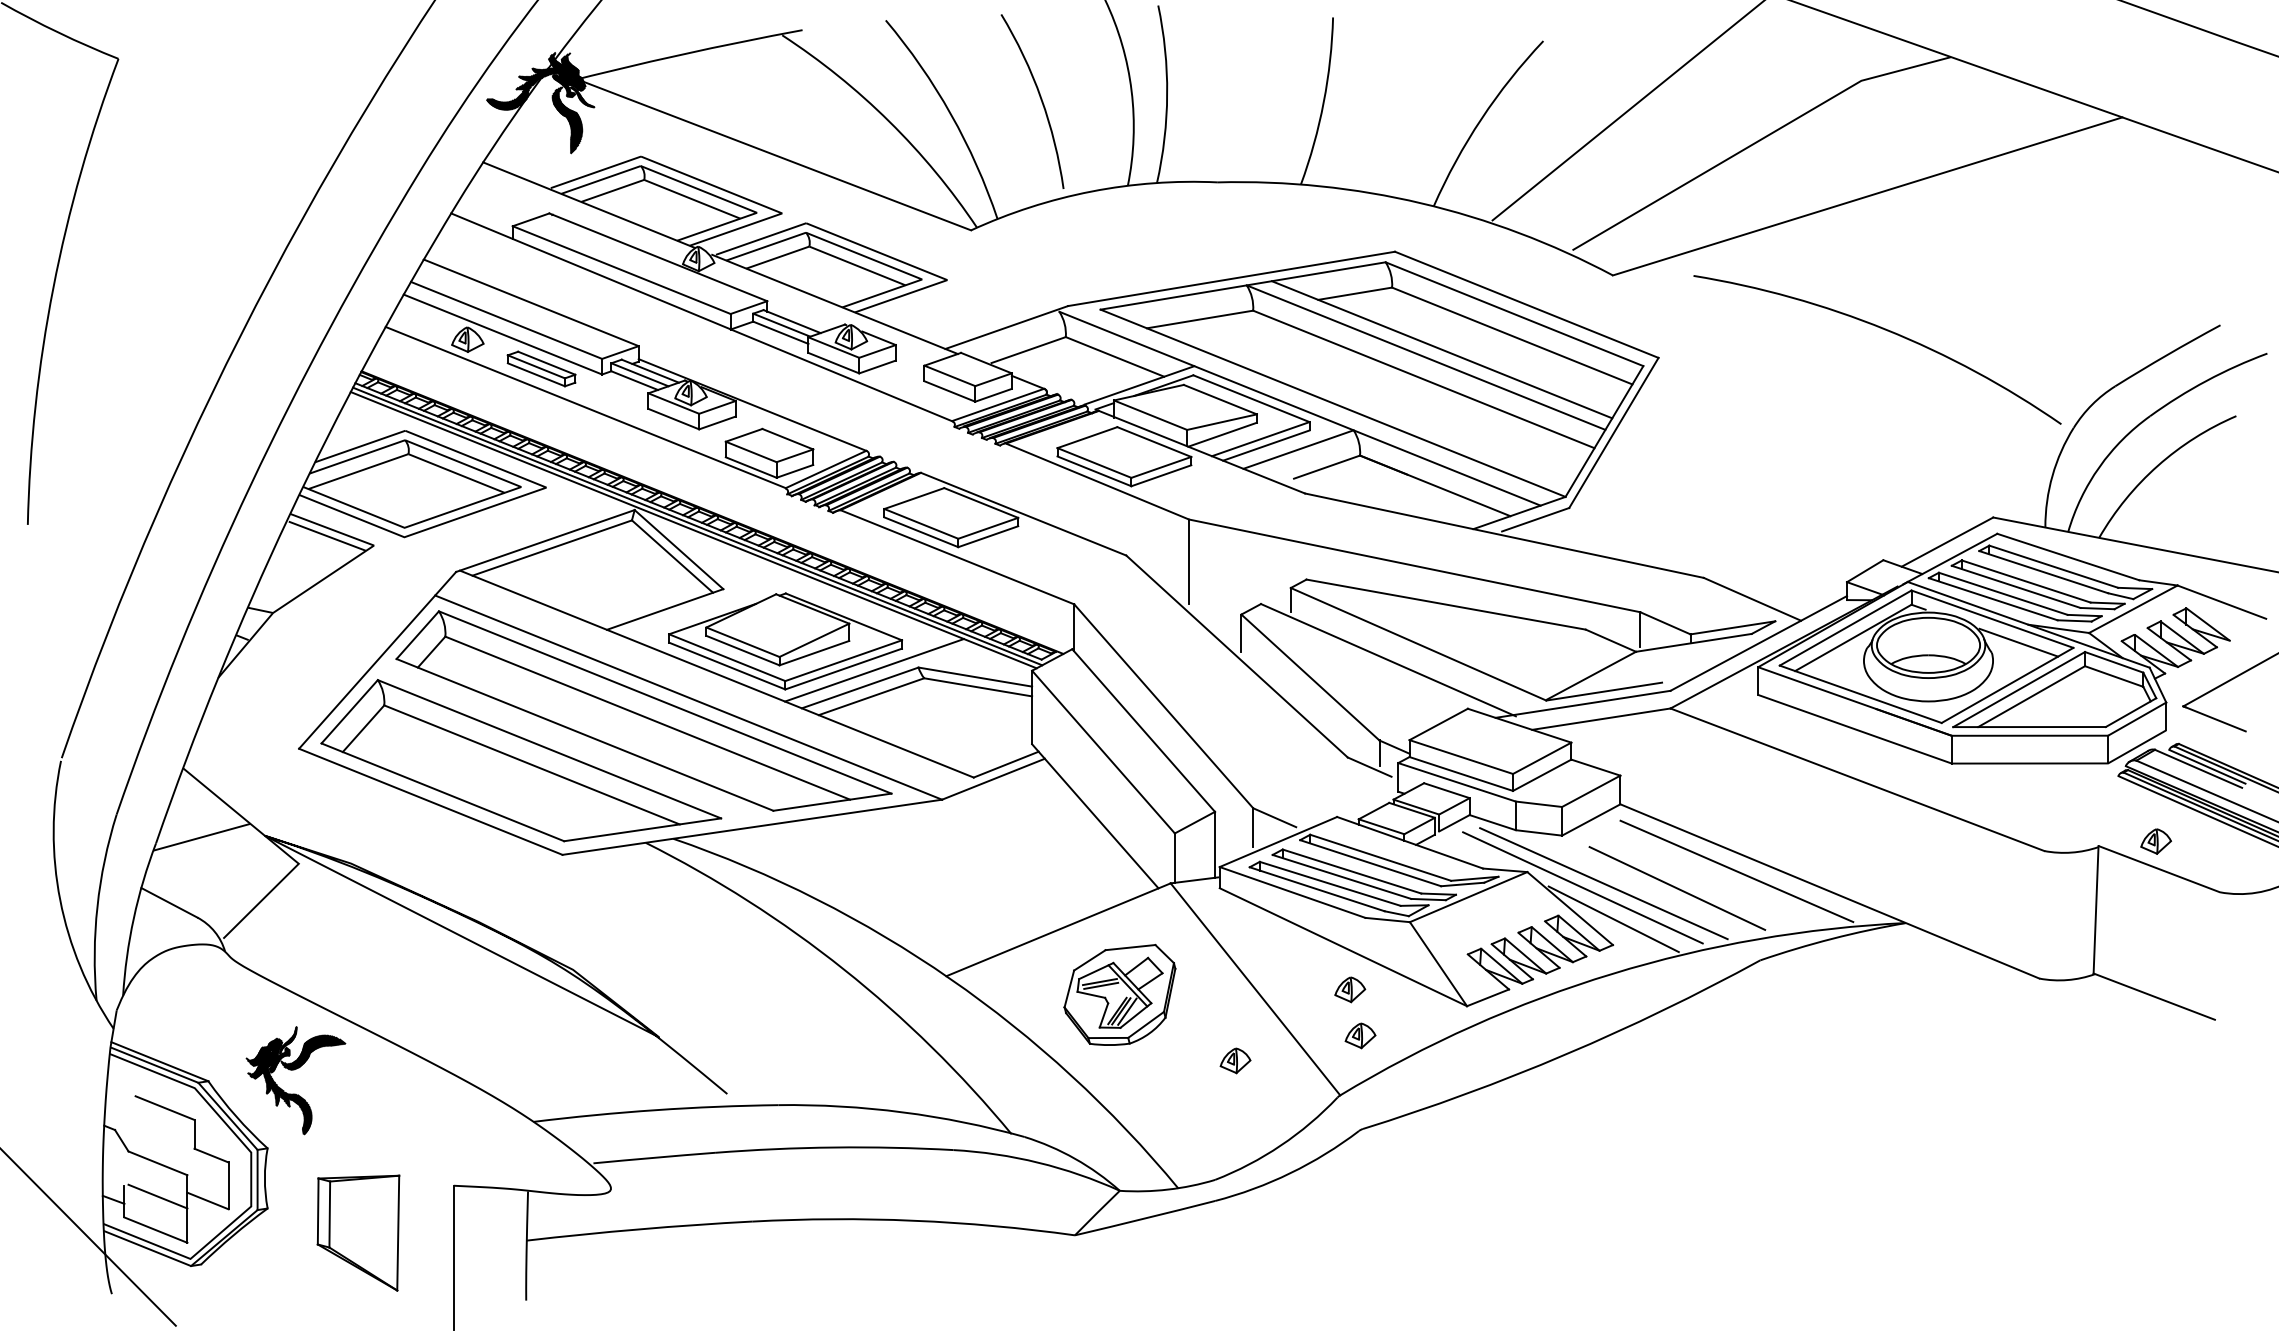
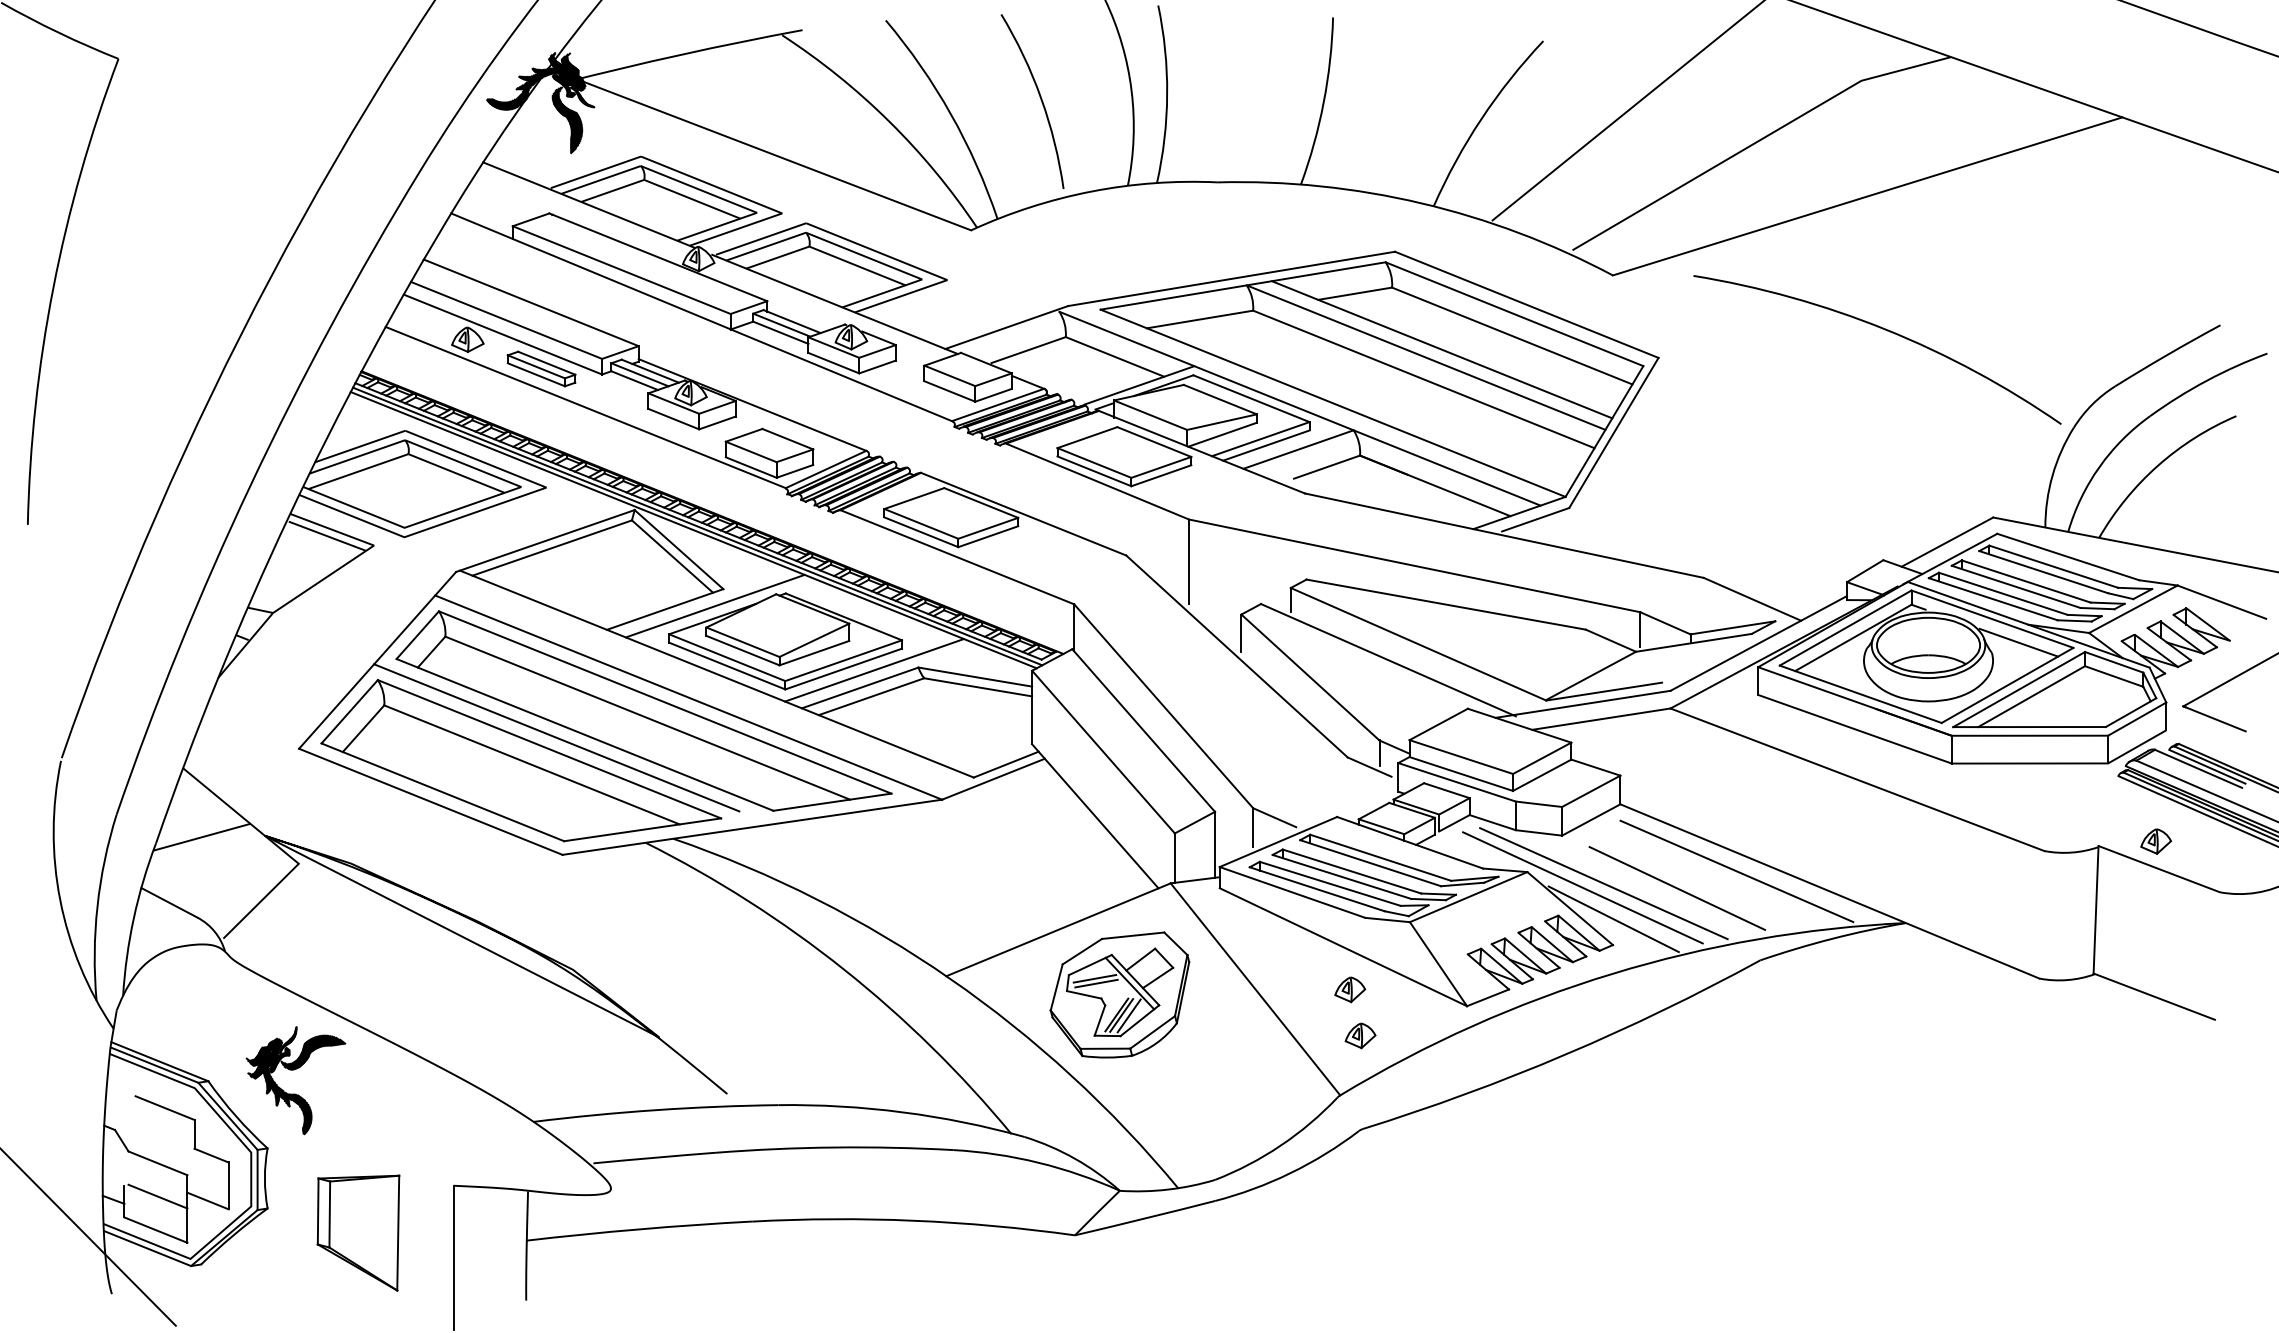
line at (714, 605): none -> present
line at (556, 737): none -> present
part at (1119, 994) size: 114x102 px -> 142x128 px
part at (1235, 1060): present -> none
